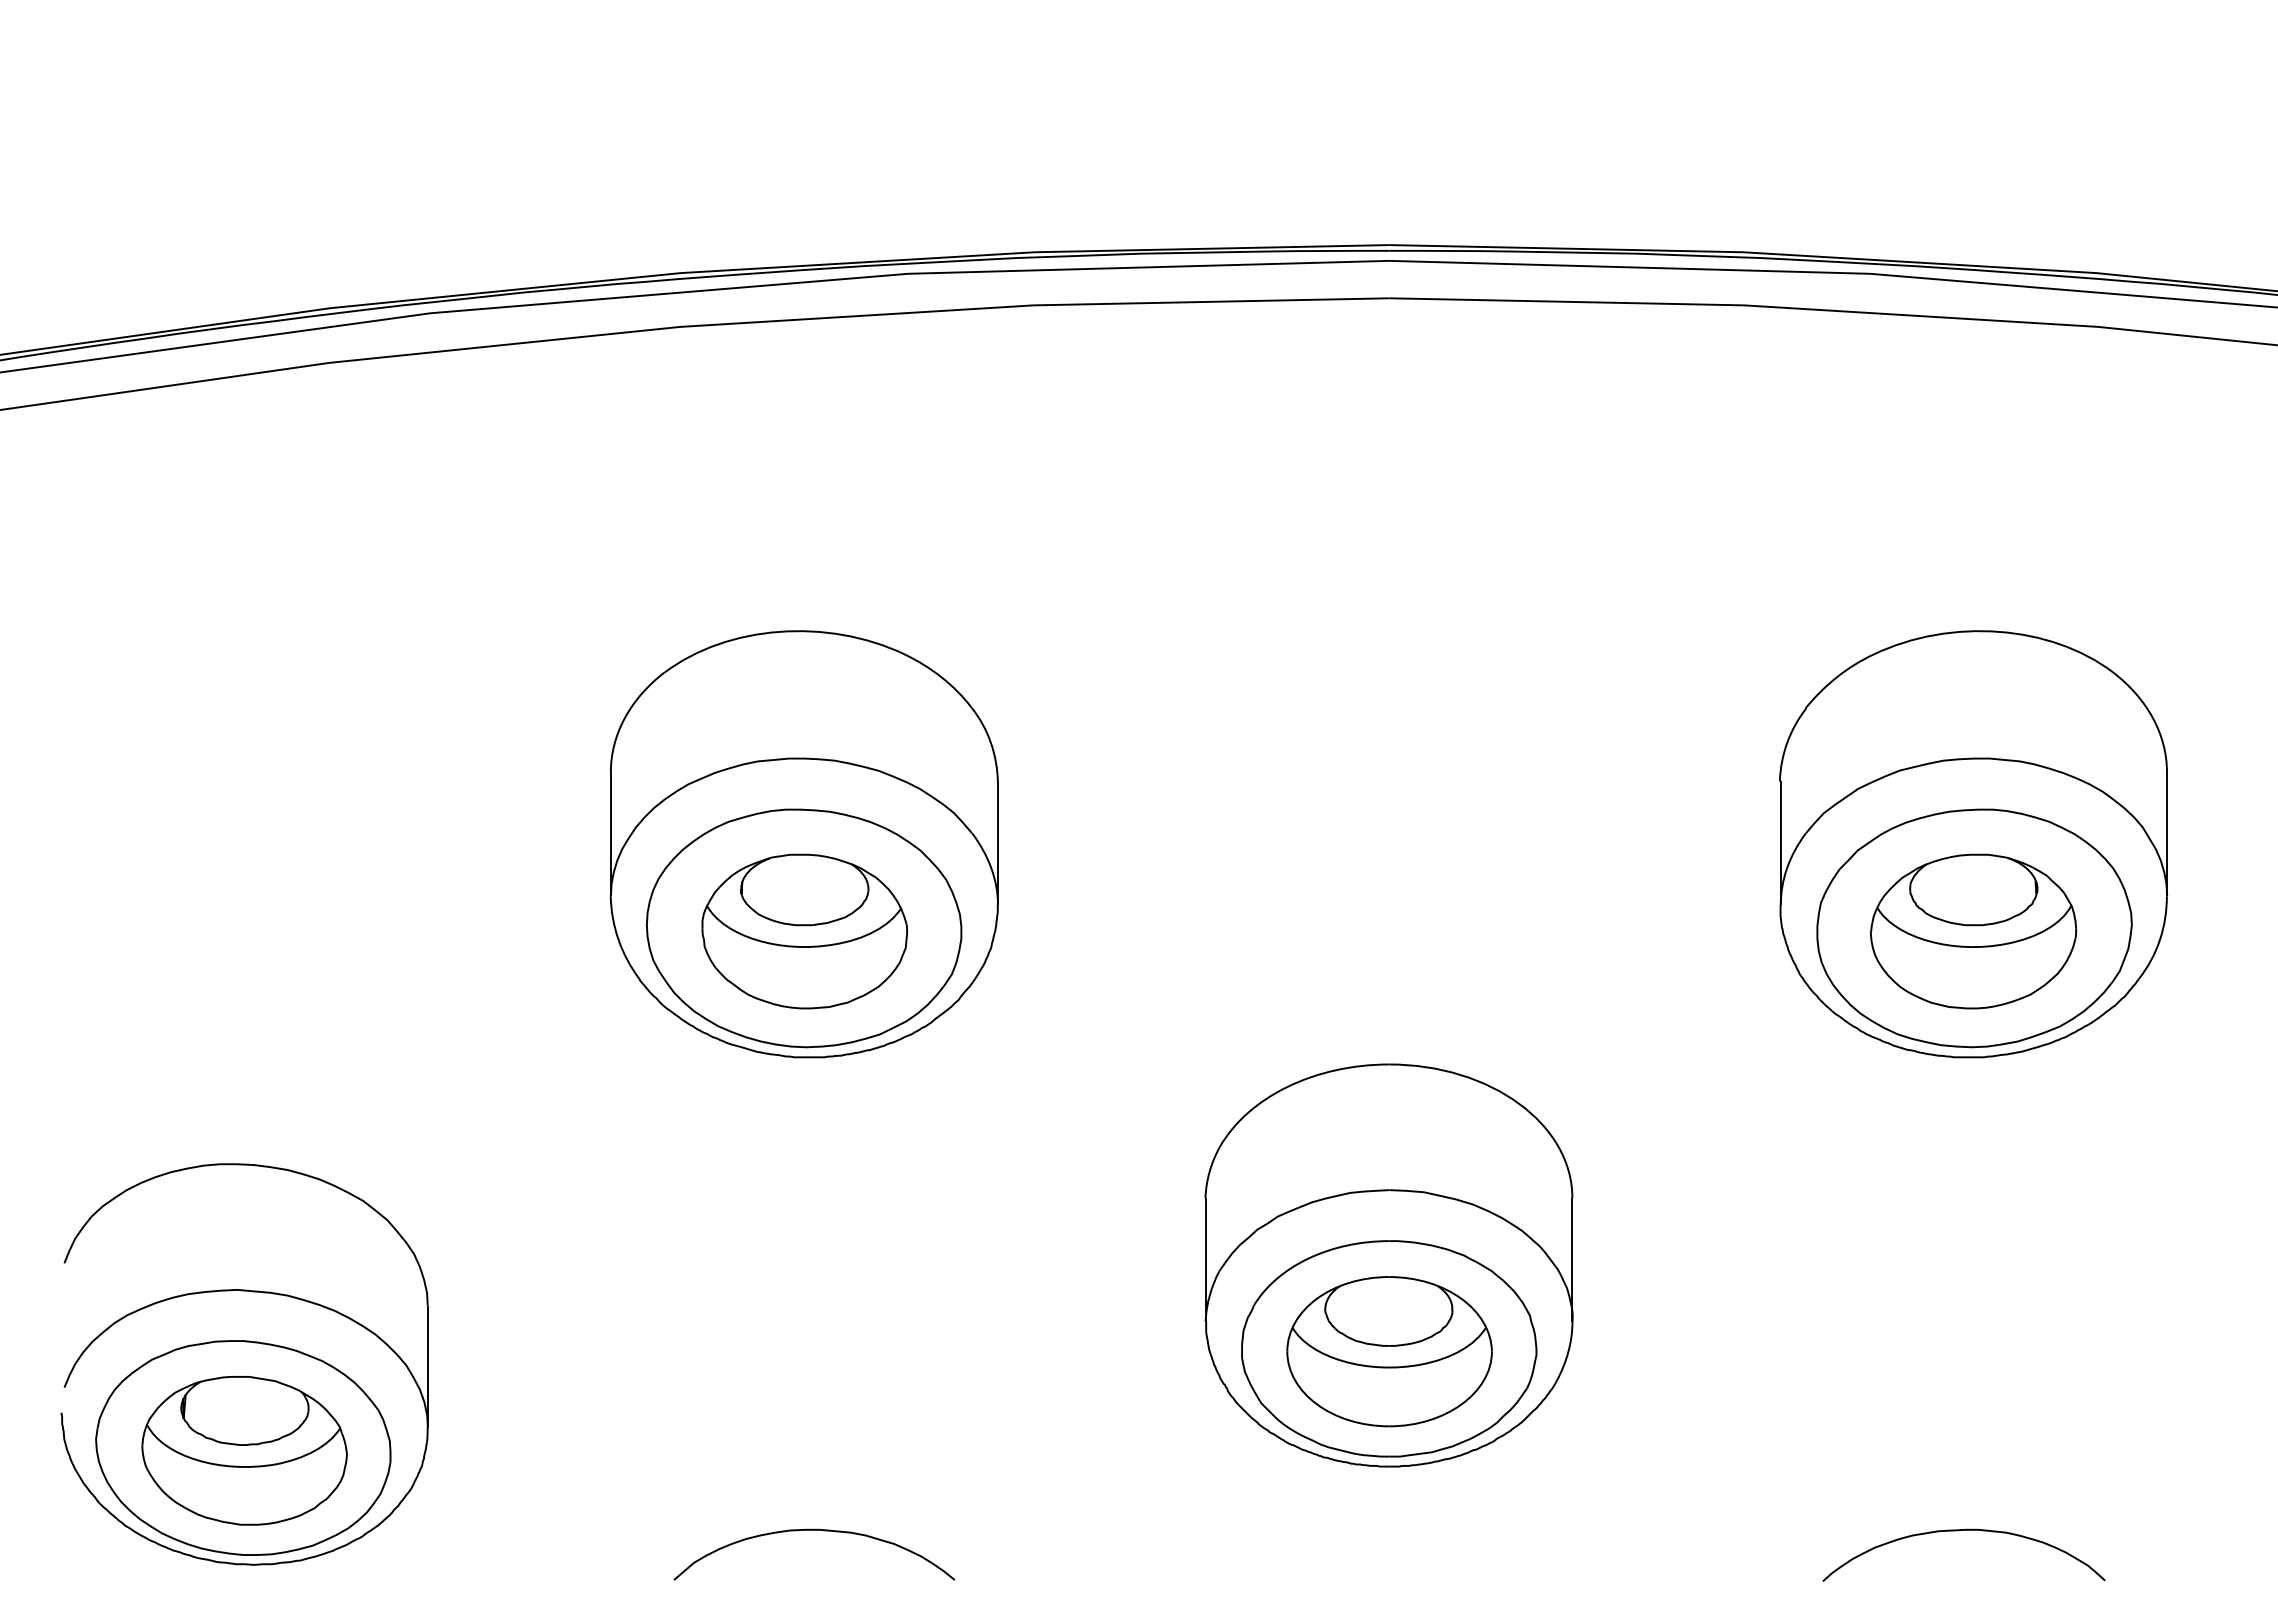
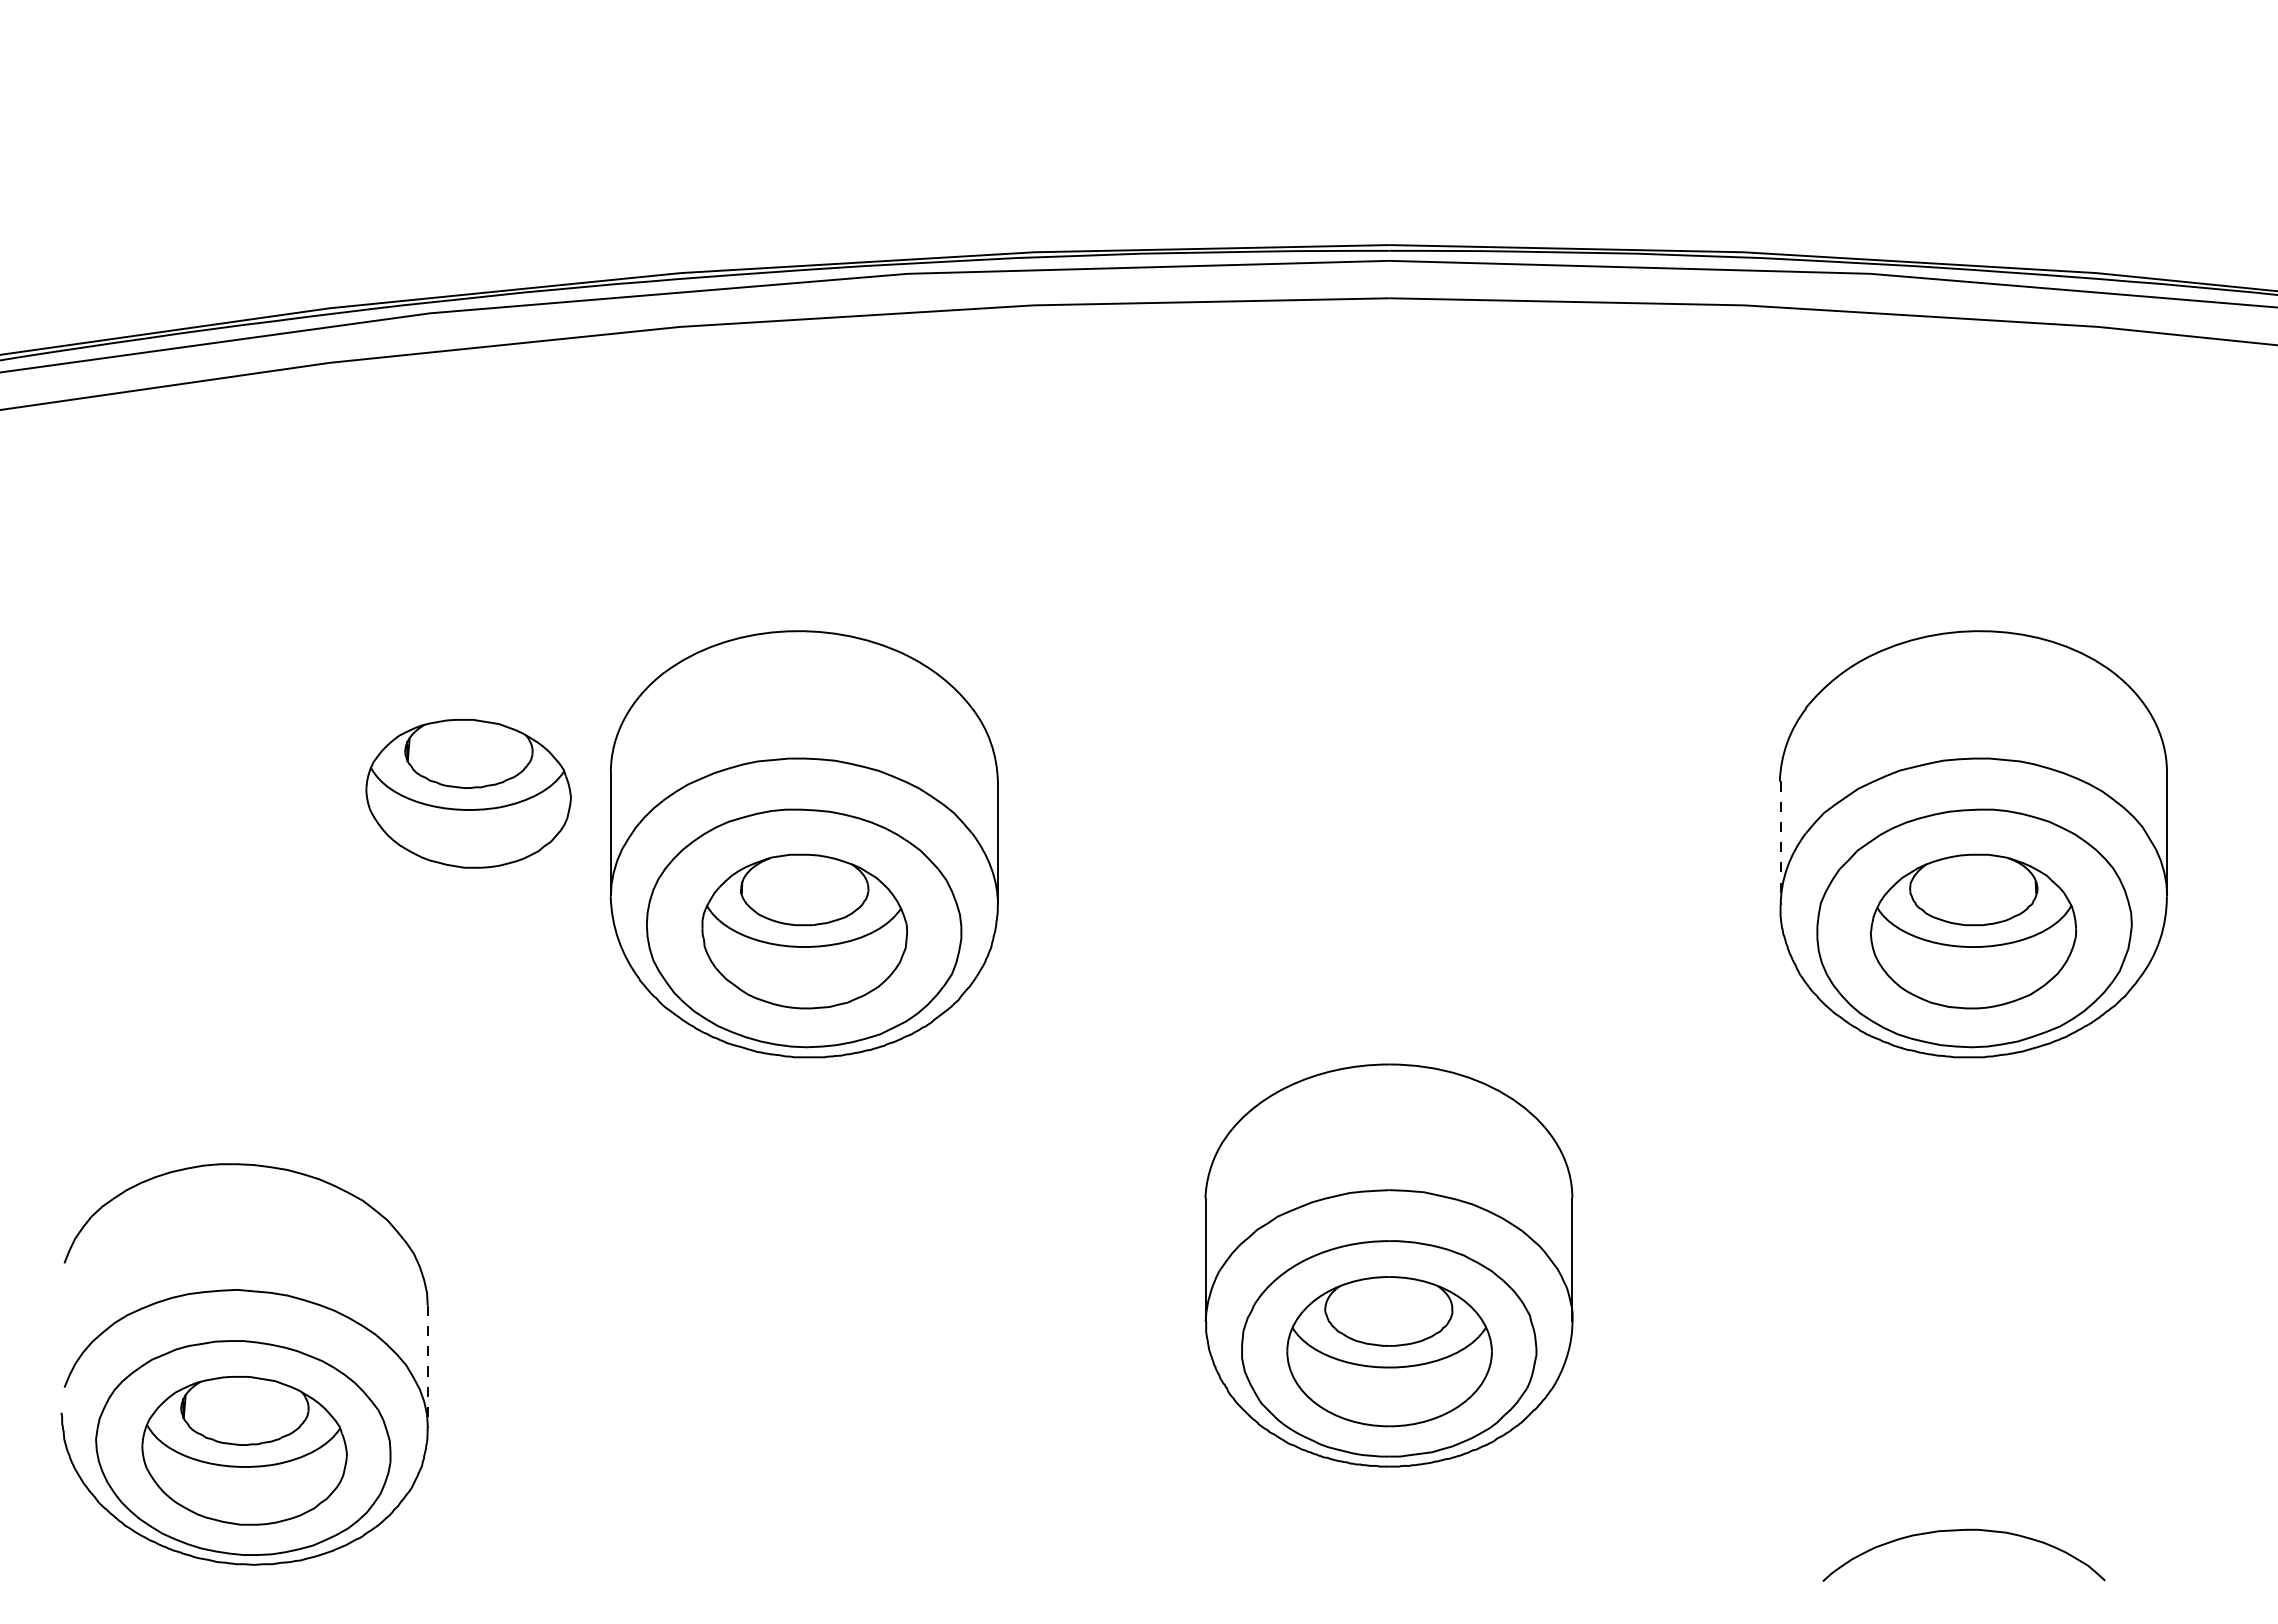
part at (468, 793): none -> present
line at (1780, 843): solid -> dashed
line at (427, 1366): solid -> dashed
curve at (814, 1530): present -> none
